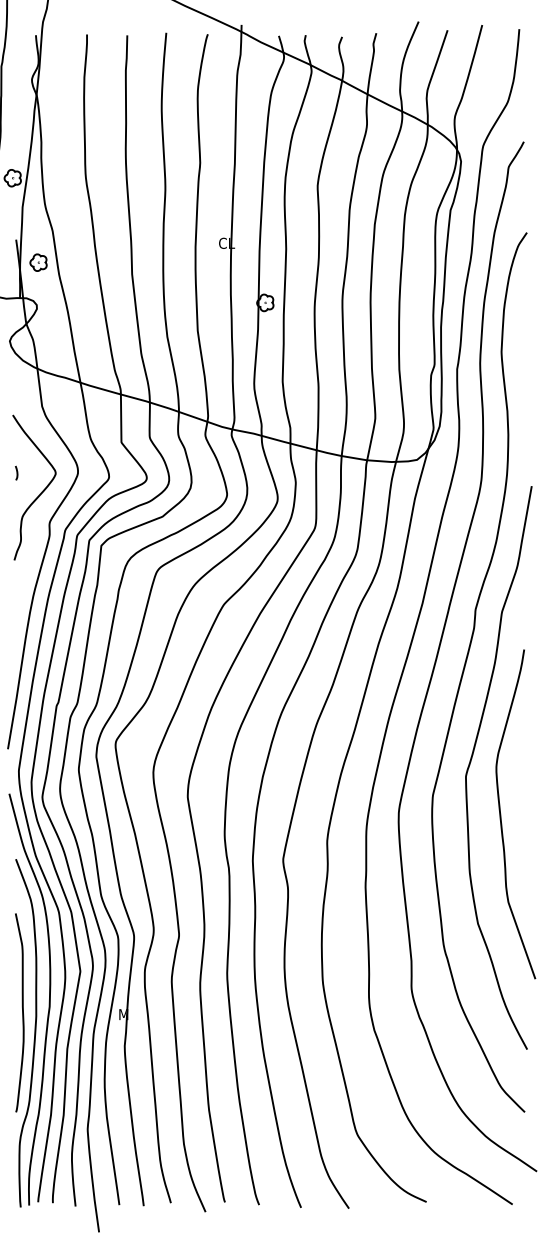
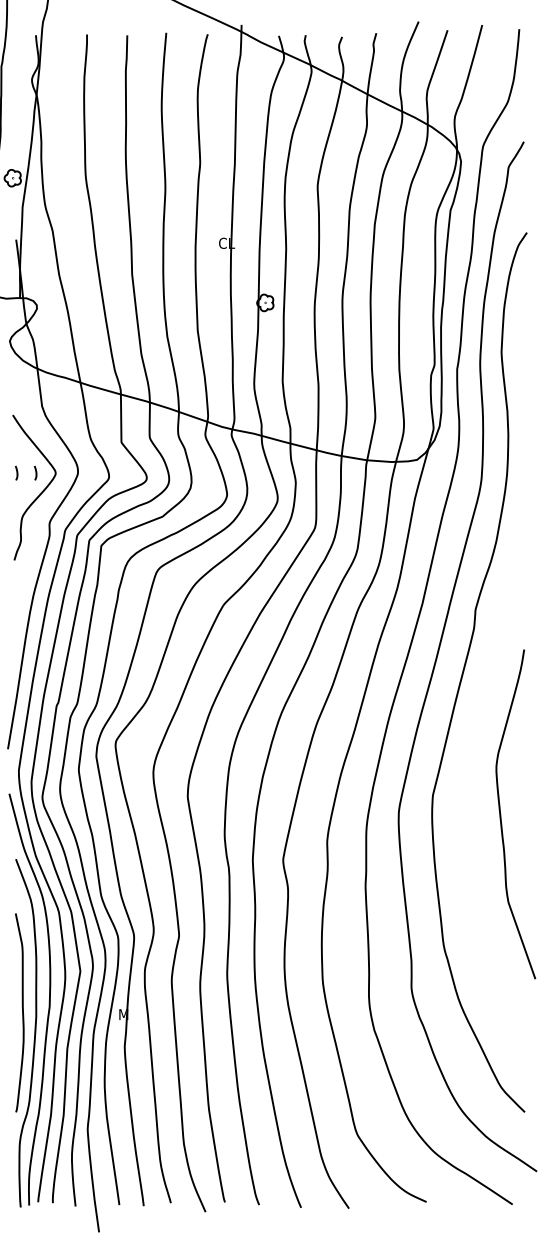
part at (38, 262): present -> none
curve at (35, 472): none -> present
curve at (471, 762): present -> none
